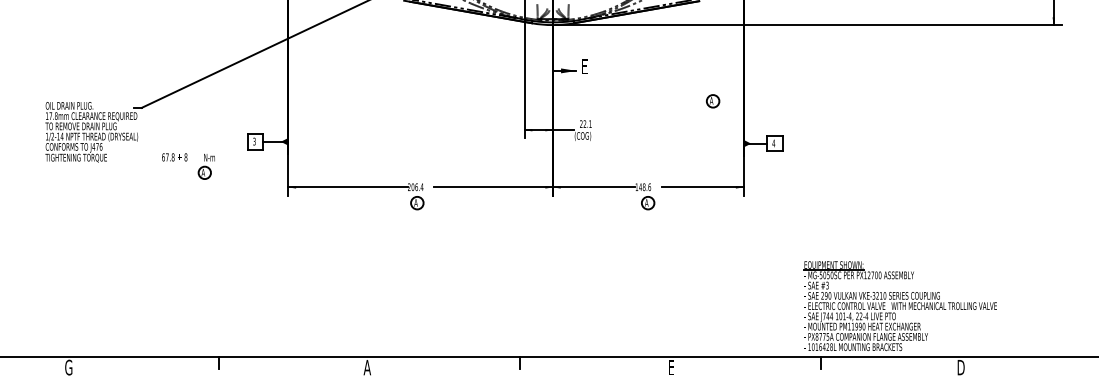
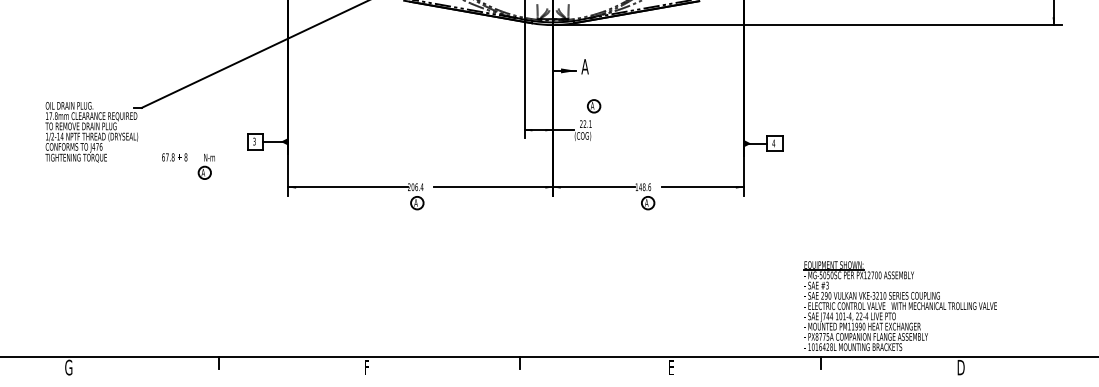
text at (584, 66): E -> A
part at (713, 101) position: (713, 101) -> (594, 106)
text at (366, 367): A -> F
